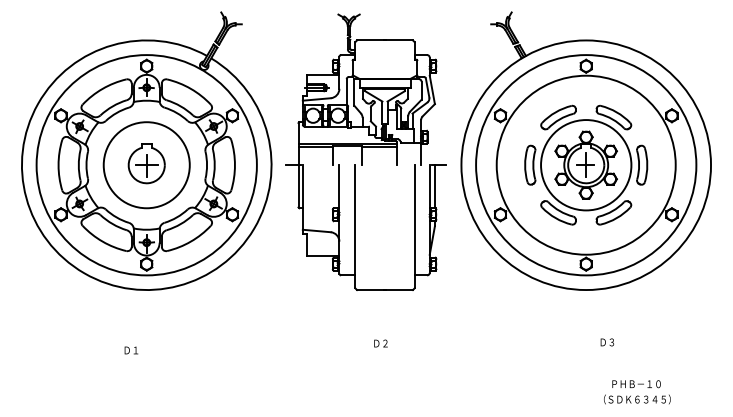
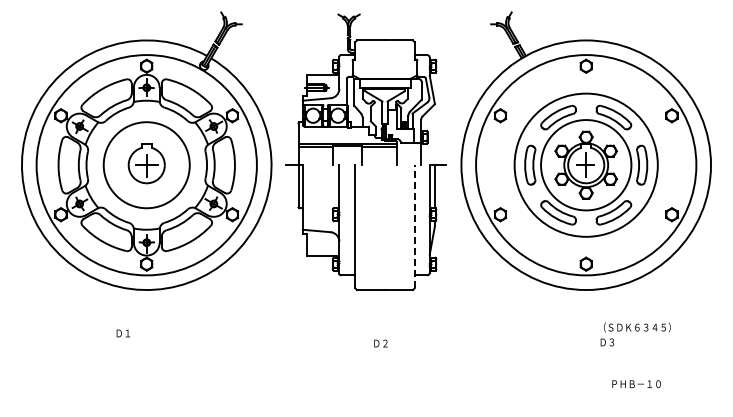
circle at (585, 164) diameter: 179 px -> 143 px
line at (414, 226): solid -> dashed
text at (131, 350) position: (131, 350) -> (123, 333)
text at (637, 399) position: (637, 399) -> (637, 327)
